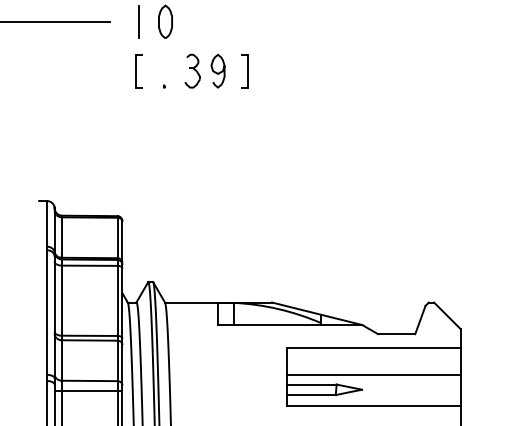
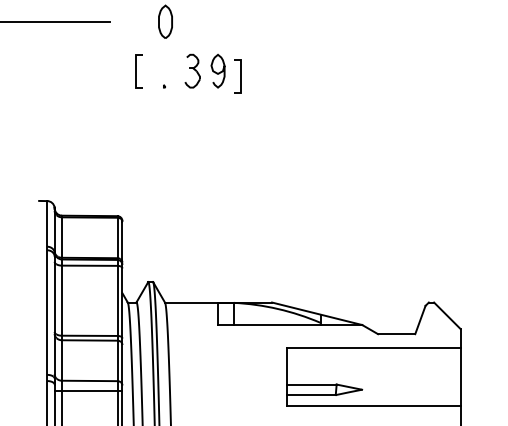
line at (139, 21): present -> none
line at (247, 71) position: (247, 71) -> (240, 76)
line at (373, 375): present -> none
